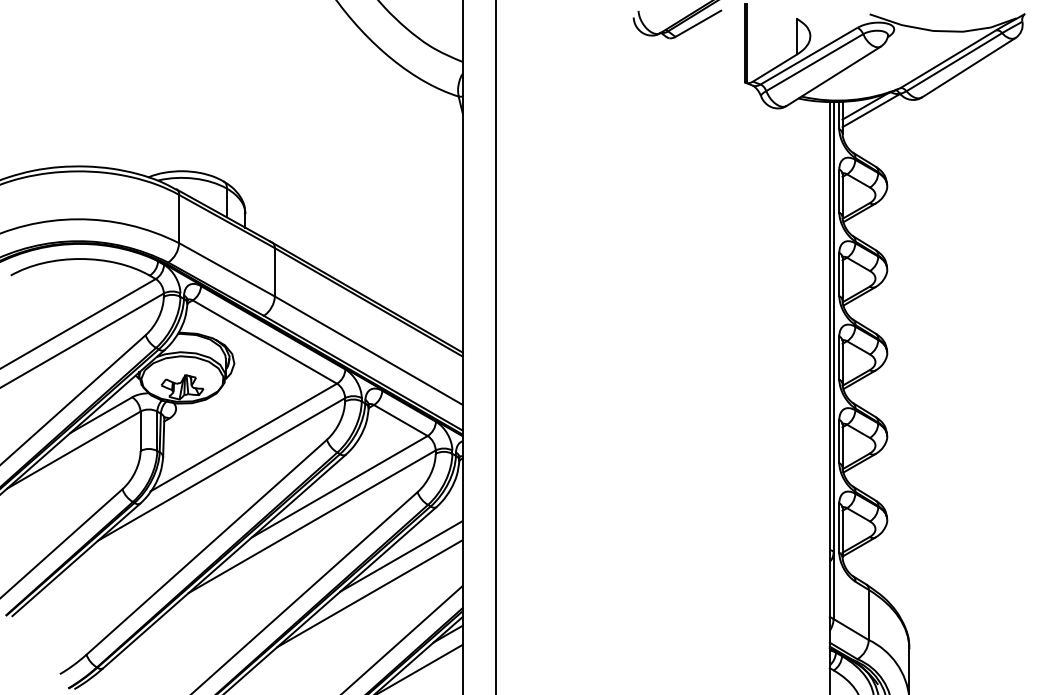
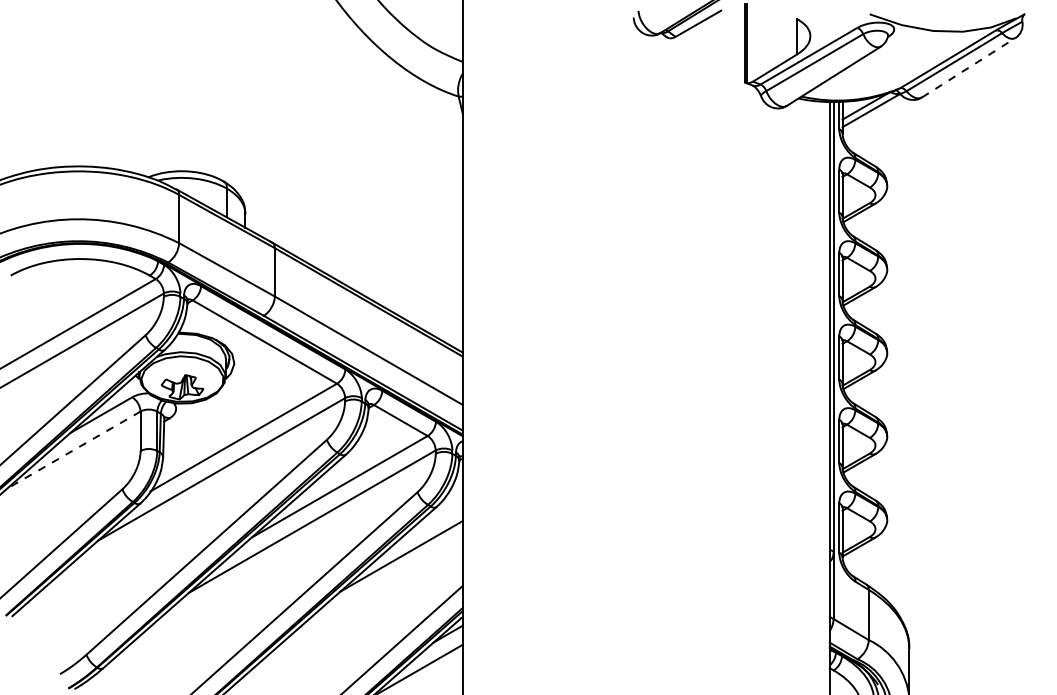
line at (969, 67): solid -> dashed
line at (496, 346): present -> none
line at (74, 450): solid -> dashed
line at (369, 593): present -> none
